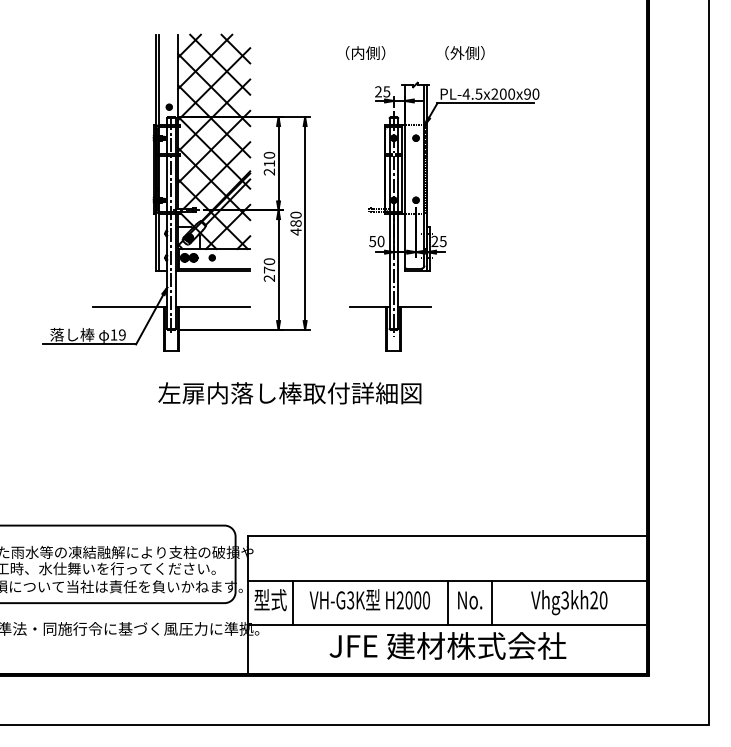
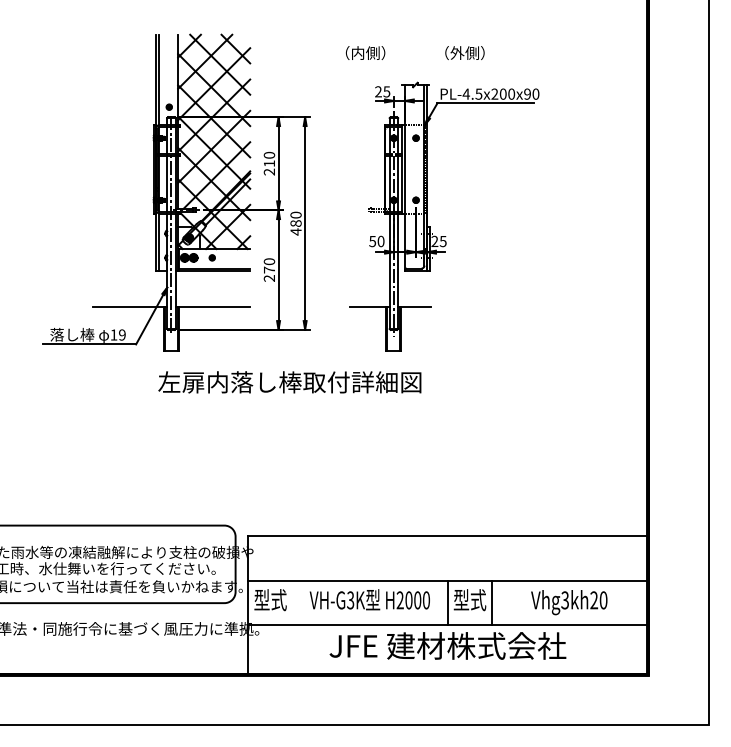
text at (289, 393) position: (289, 393) -> (289, 382)
text at (469, 600): No. -> 型式
line at (292, 602): present -> none
